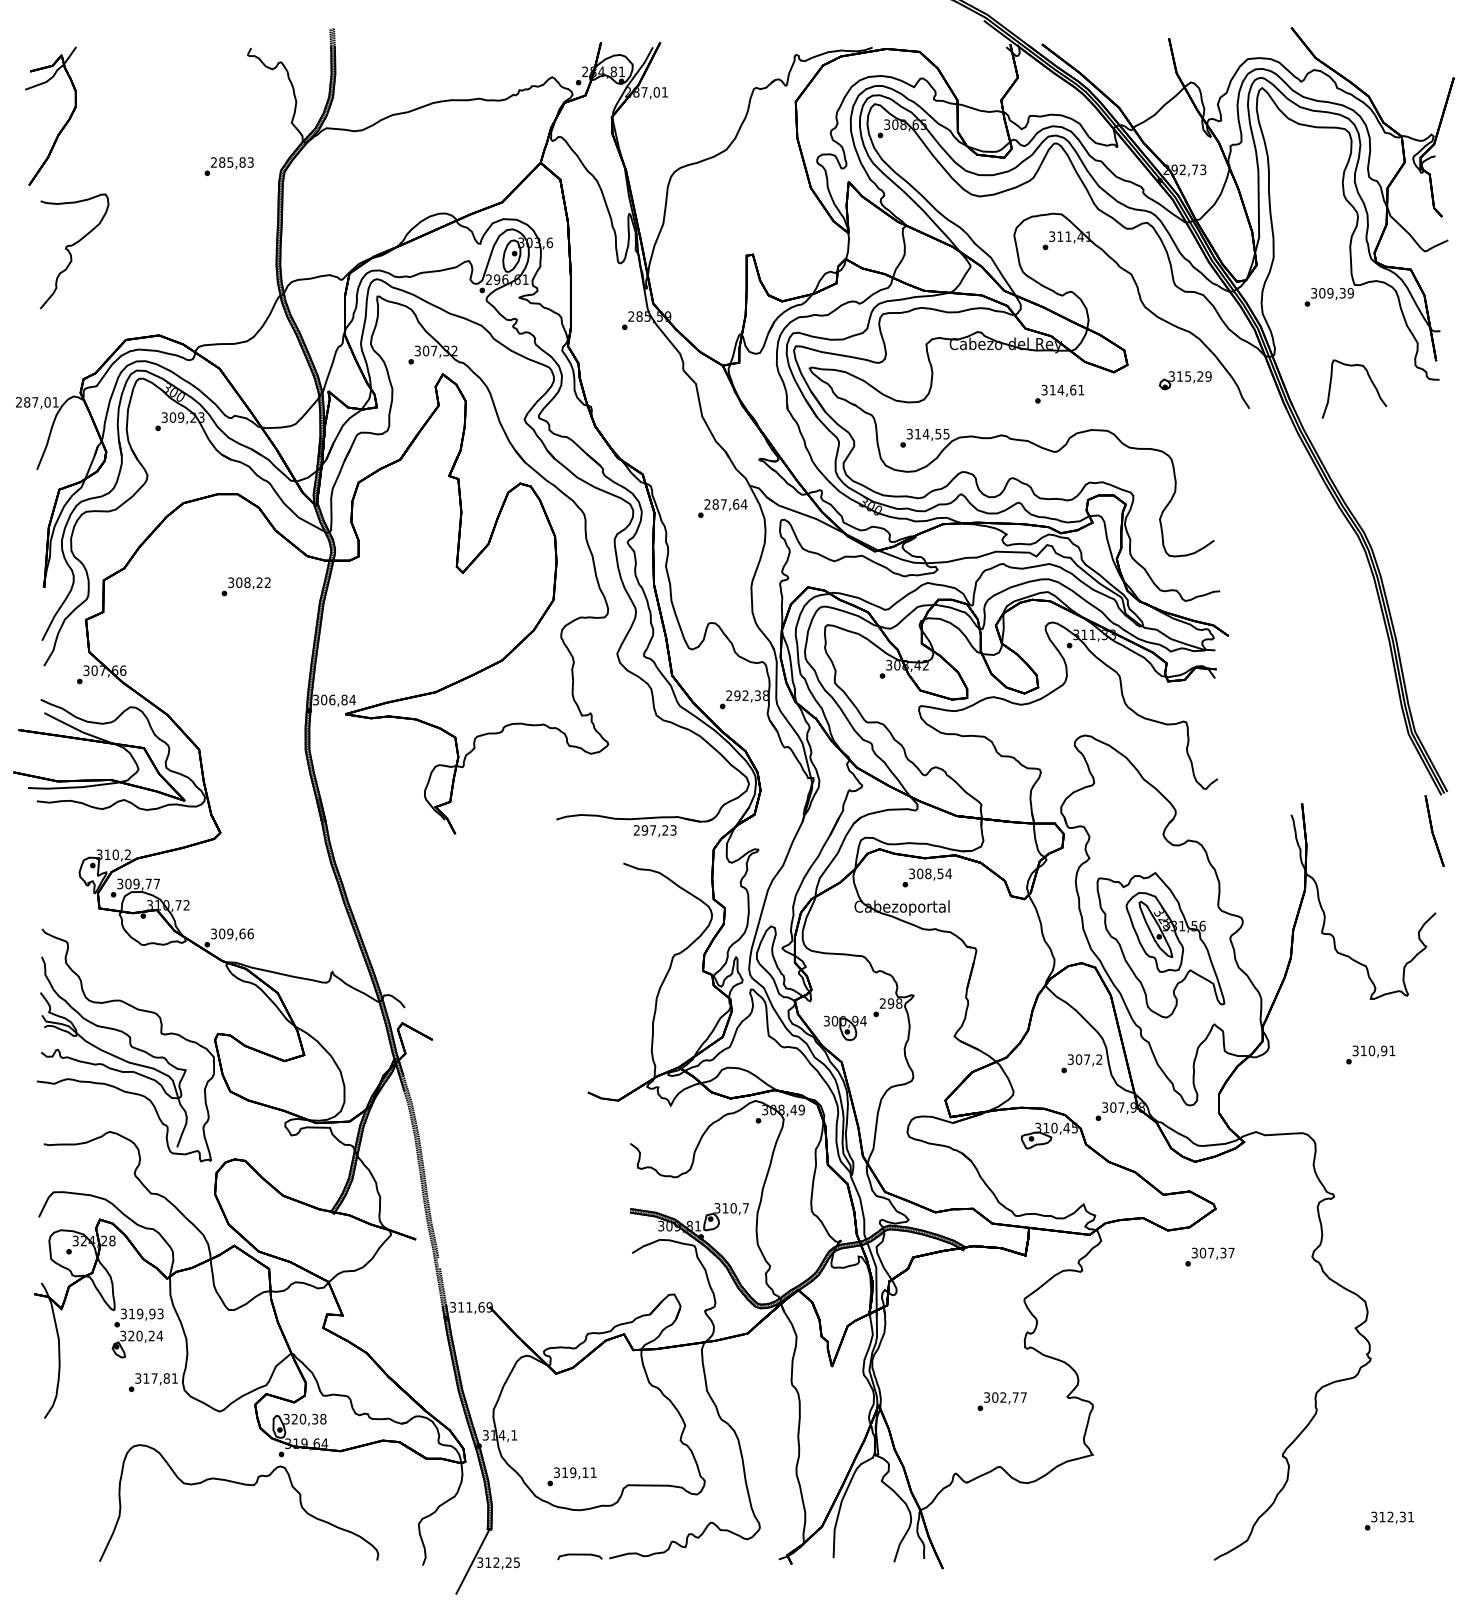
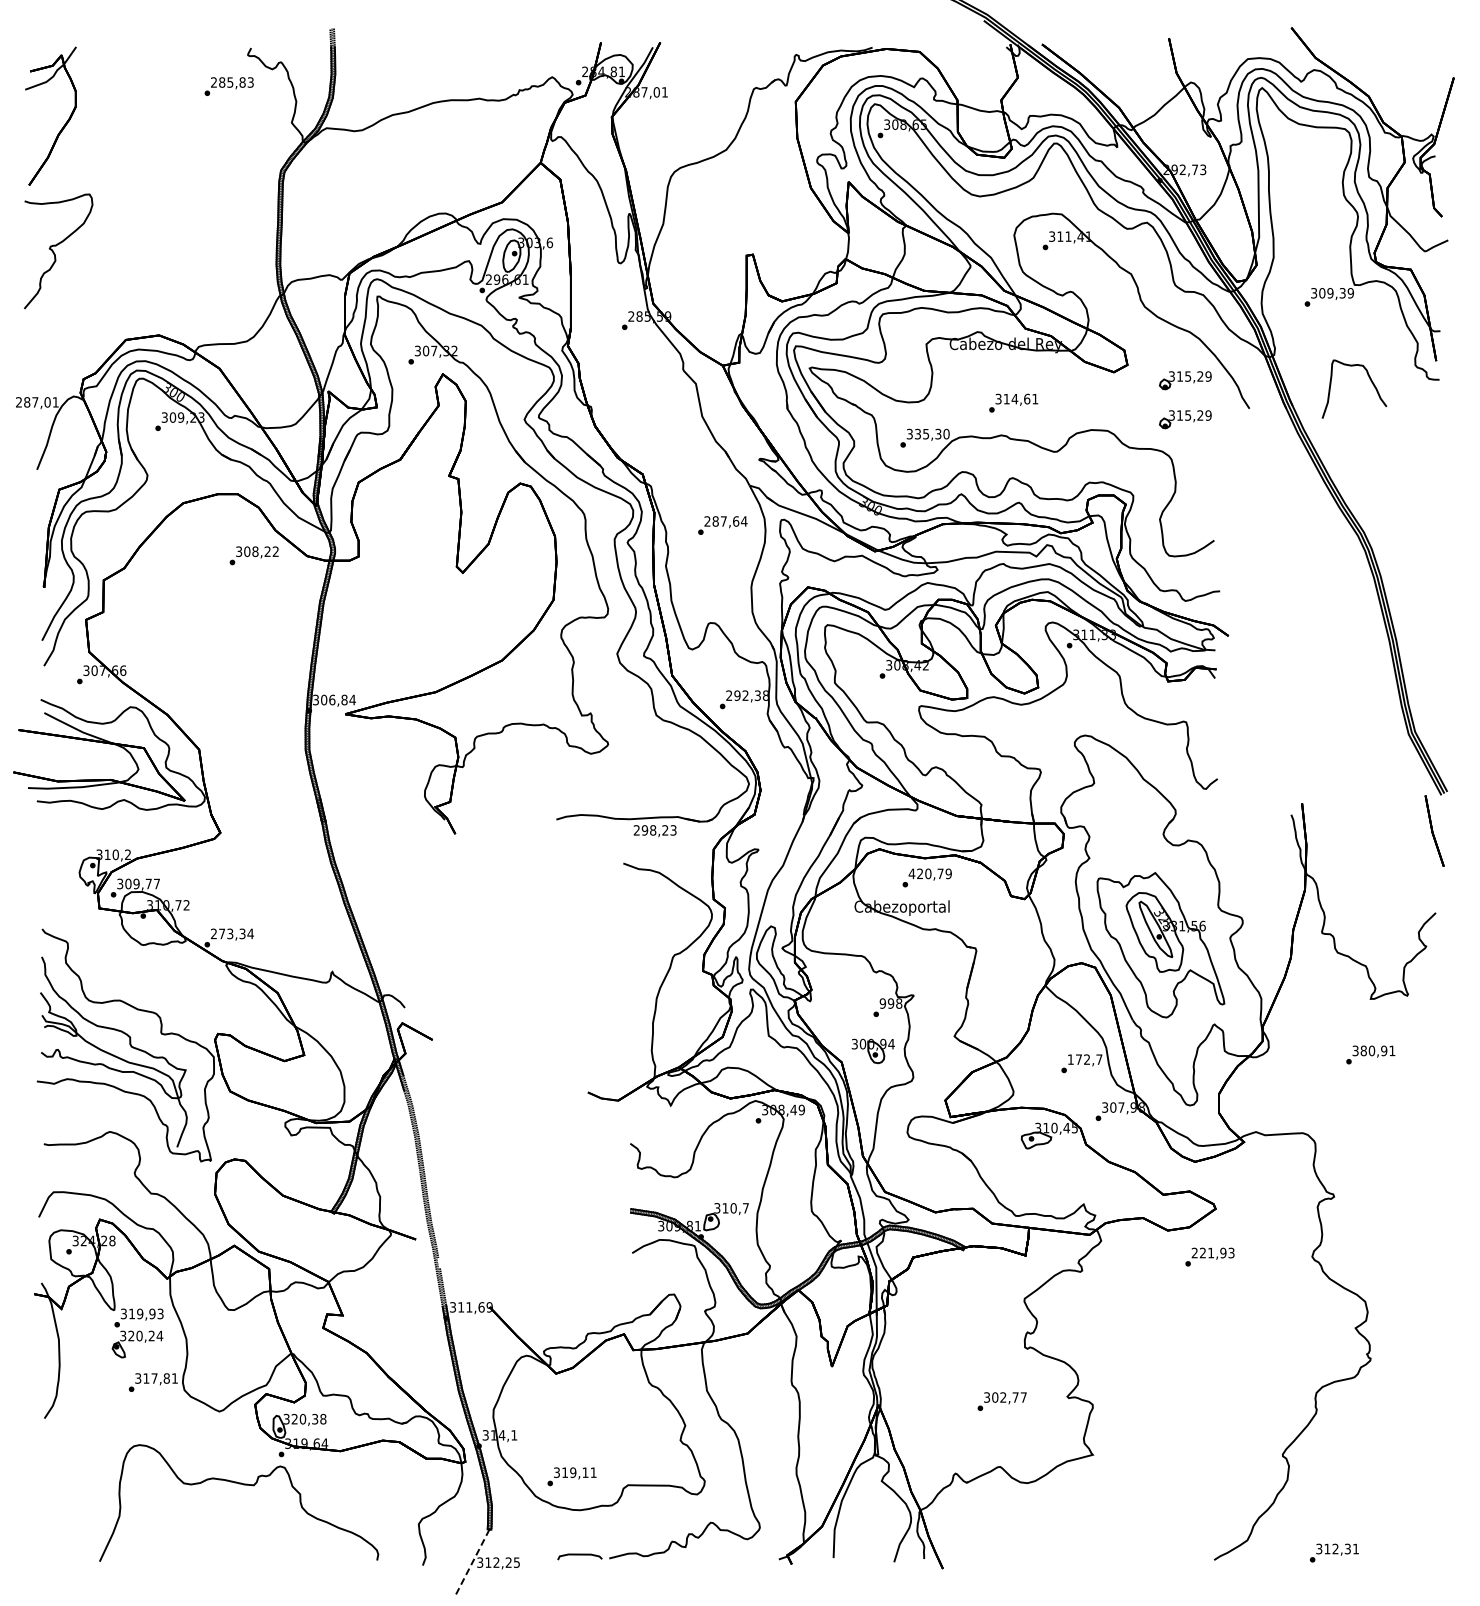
text at (228, 166) position: (228, 166) -> (228, 86)
curve at (71, 253) position: (71, 253) -> (55, 253)
text at (1059, 393) position: (1059, 393) -> (1013, 402)
part at (1185, 419): none -> present
text at (932, 433): 314,55 -> 335,30
text at (722, 508) position: (722, 508) -> (722, 525)
text at (245, 586) position: (245, 586) -> (253, 555)
text at (653, 830): 297,23 -> 298,23
text at (929, 873): 308,54 -> 420,79
text at (232, 933): 309,66 -> 273,34
text at (882, 1003): 298 -> 998
part at (844, 1028) position: (844, 1028) -> (872, 1051)
text at (1363, 1050): 310,91 -> 380,91
text at (1084, 1059): 307,2 -> 172,7
text at (1212, 1252): 307,37 -> 221,93
text at (1389, 1520) position: (1389, 1520) -> (1334, 1552)
line at (472, 1562): solid -> dashed
